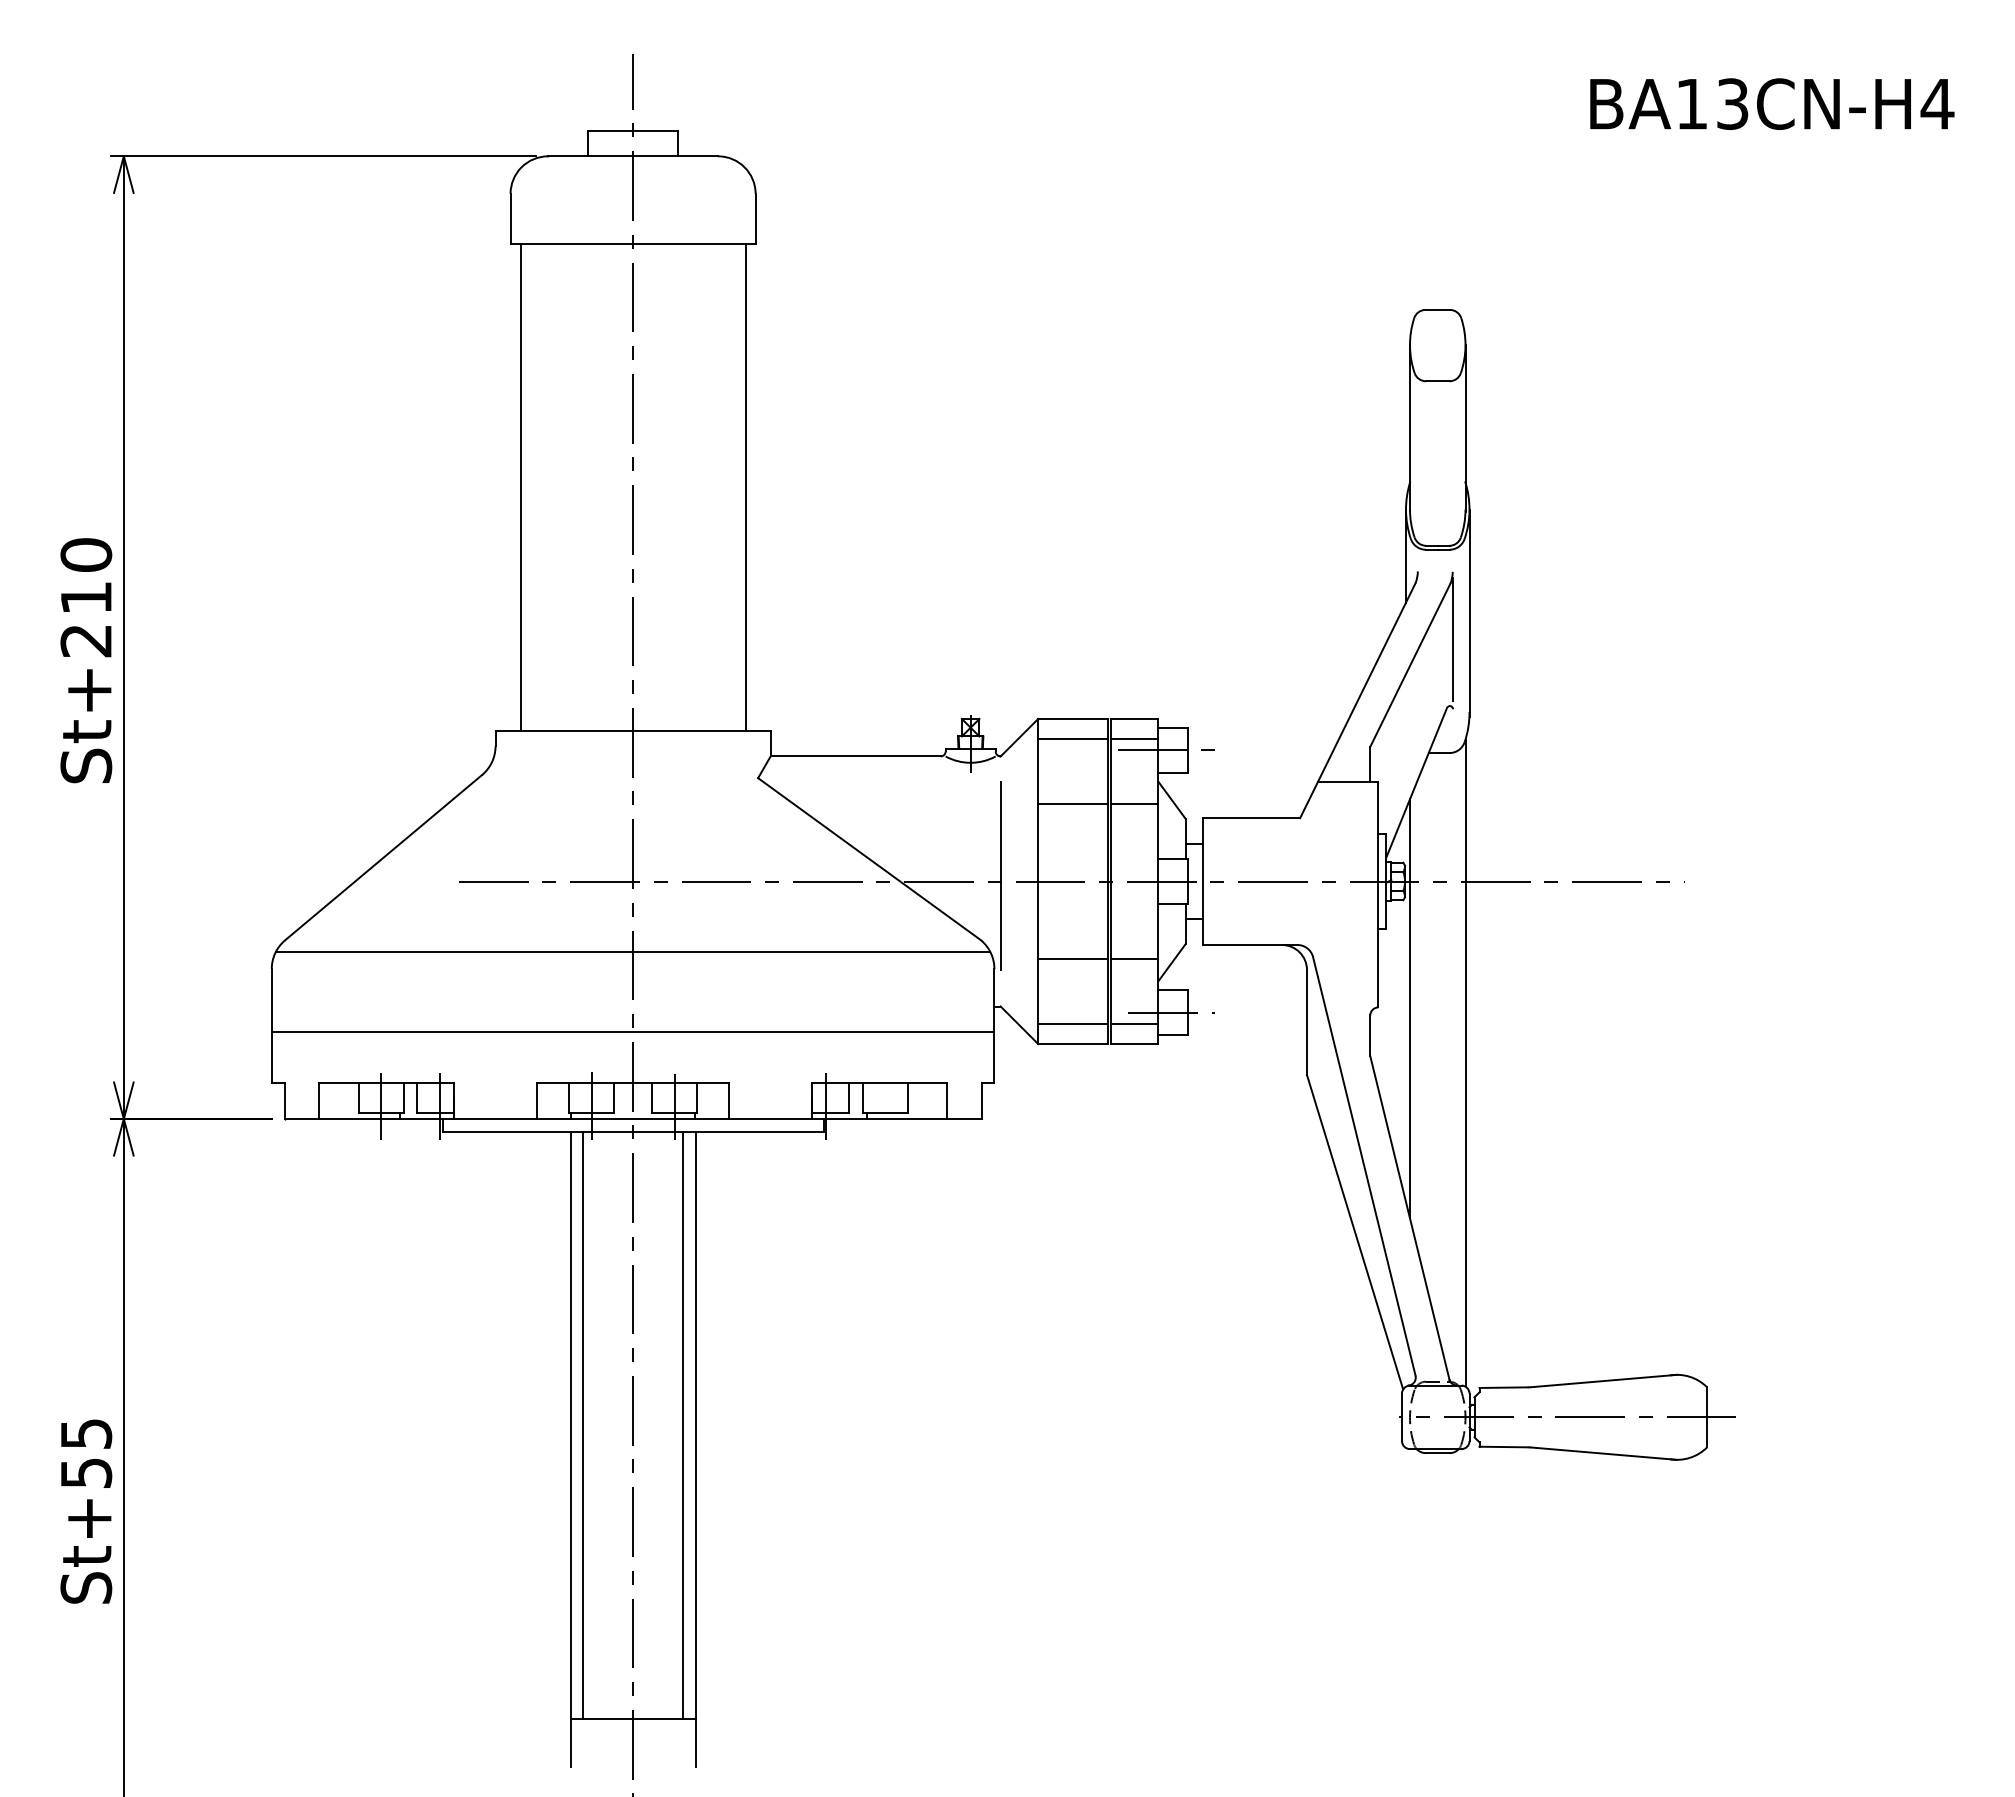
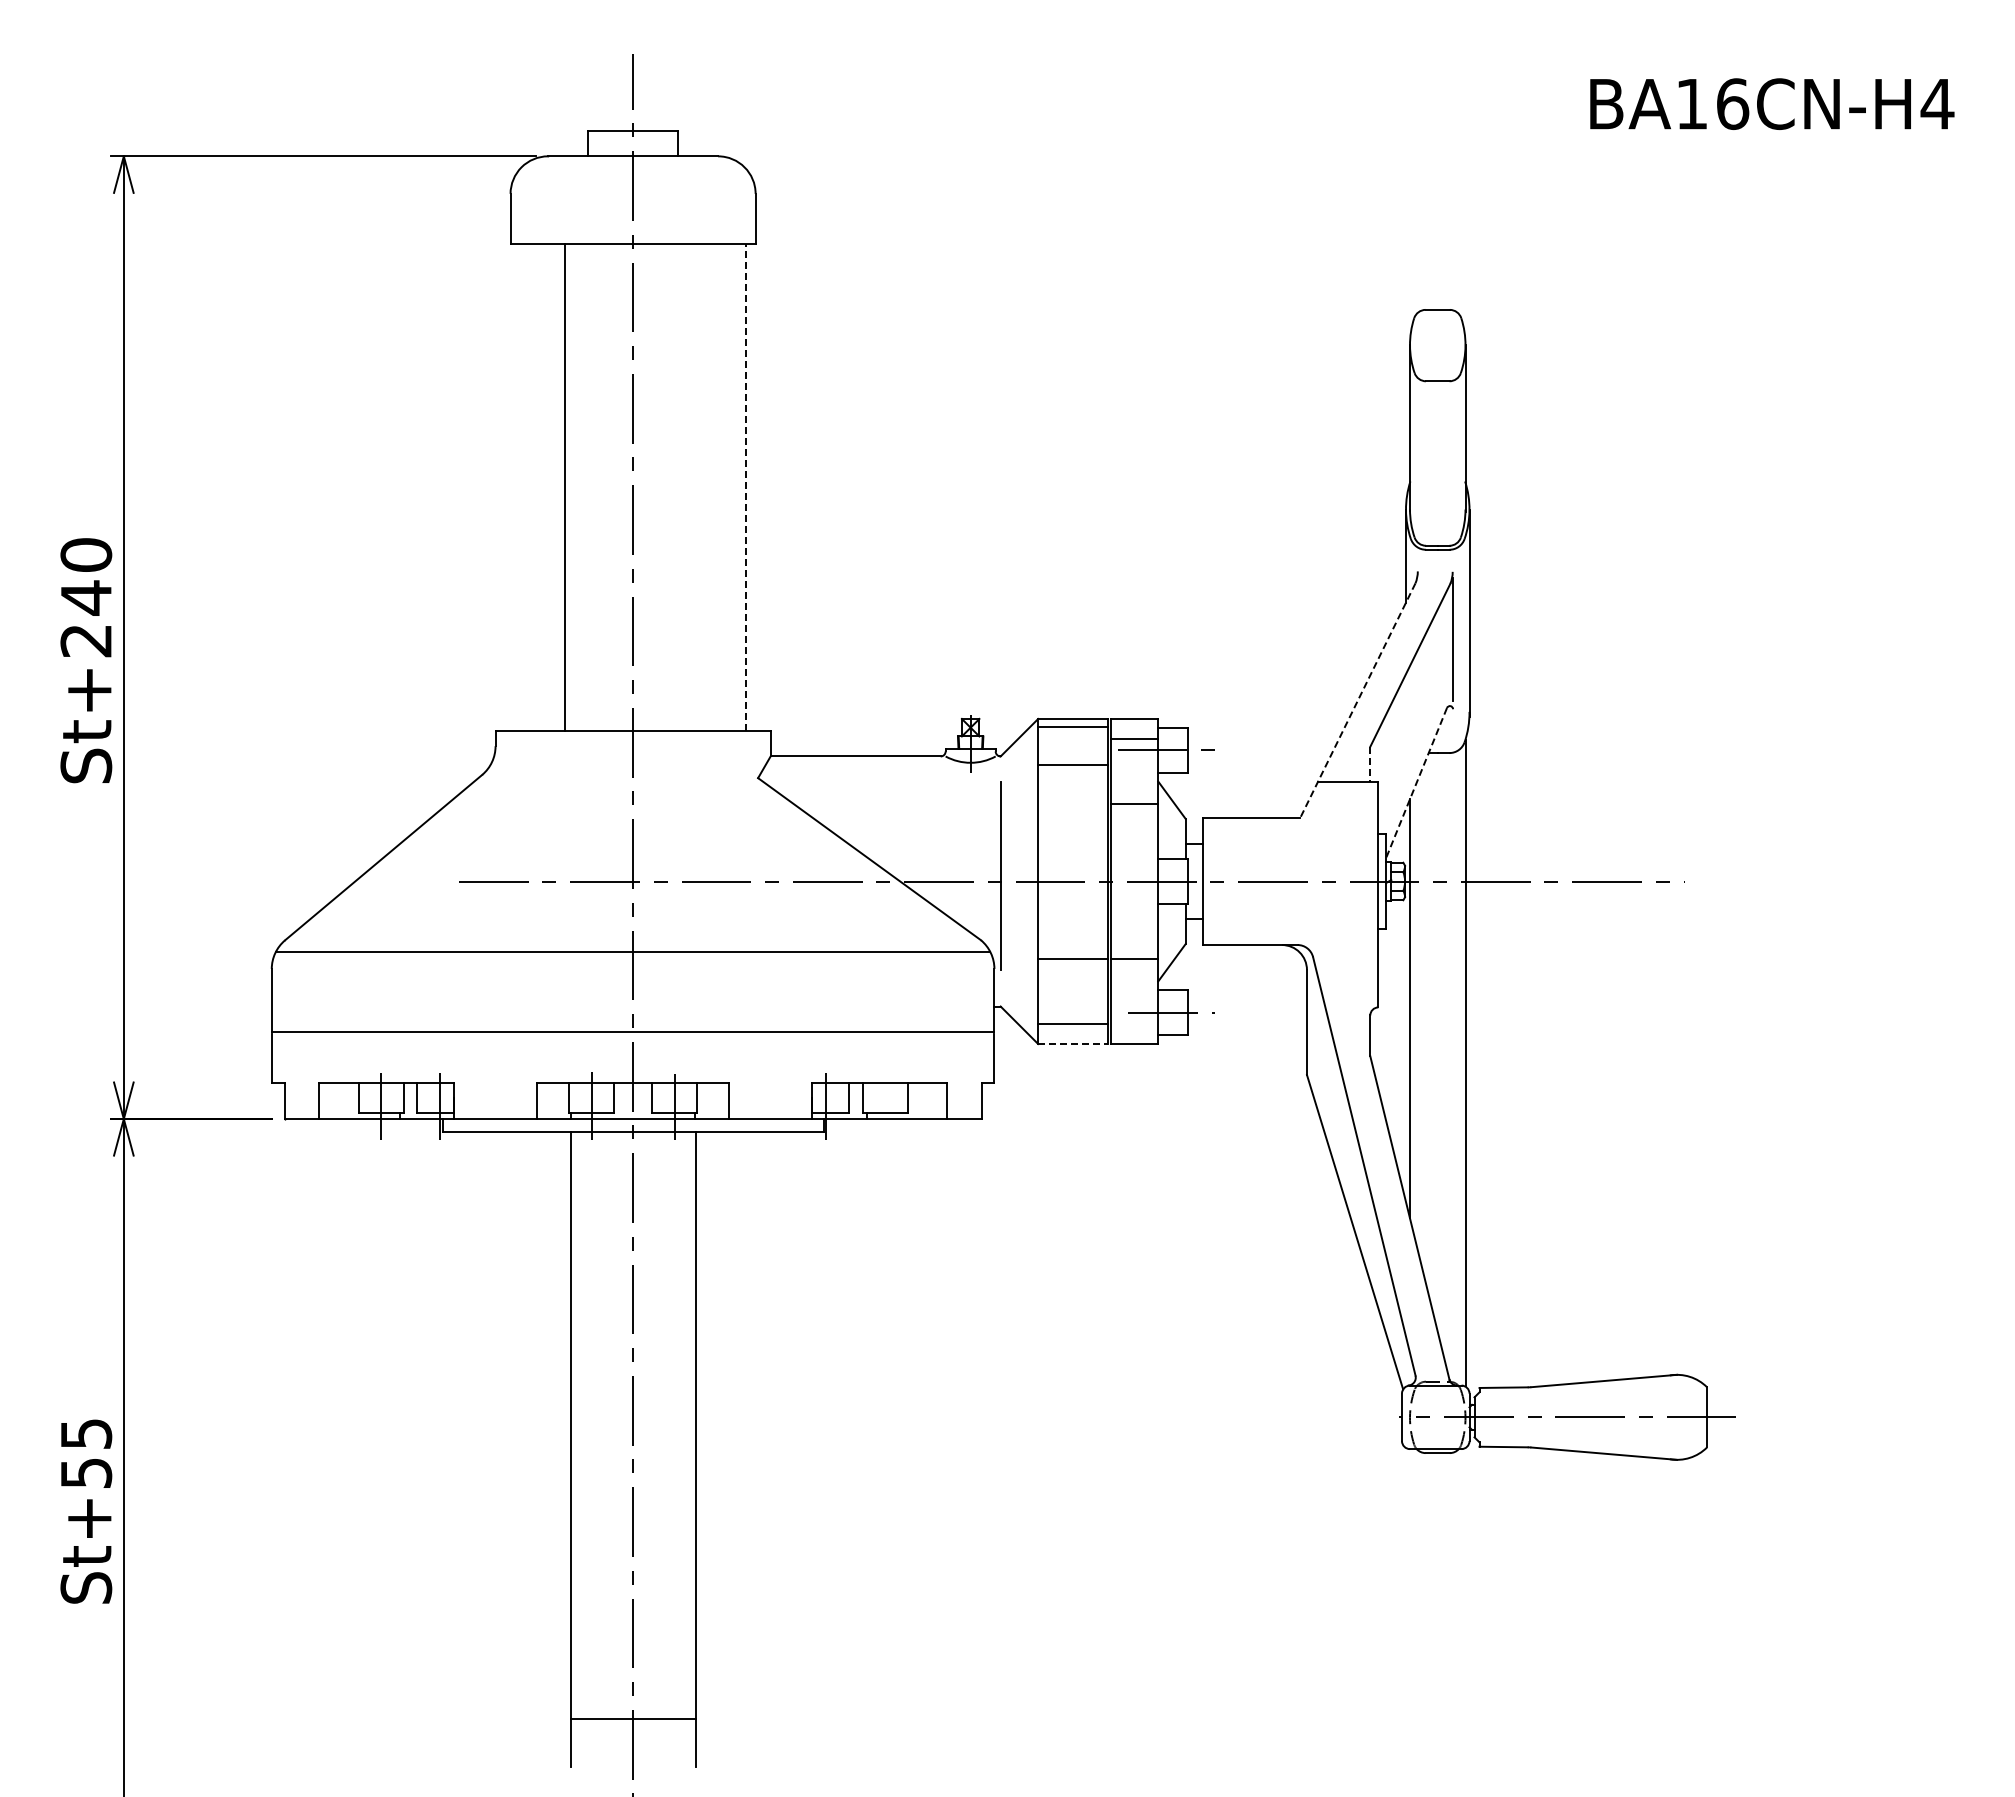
text at (1733, 103): BA13CN-H4 -> BA16CN-H4
line at (520, 487) position: (520, 487) -> (564, 487)
line at (745, 487): solid -> dashed
text at (86, 597): St+210 -> St+240
line at (1357, 700): solid -> dashed
line at (1073, 739) position: (1073, 739) -> (1073, 727)
line at (1370, 764): solid -> dashed
line at (1416, 782): solid -> dashed
line at (1073, 803) position: (1073, 803) -> (1073, 764)
line at (1134, 1023): present -> none
line at (1073, 1044): solid -> dashed
line at (583, 1425): present -> none
line at (683, 1425): present -> none
